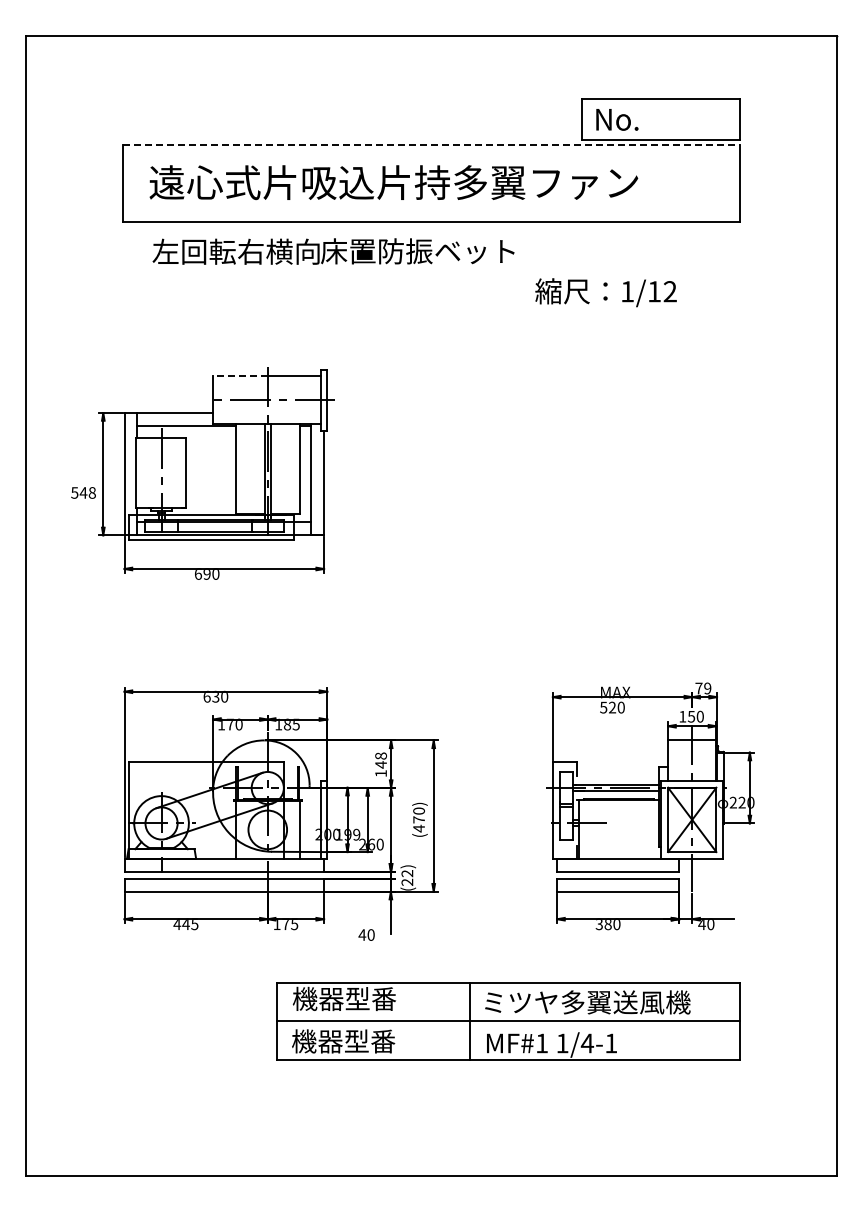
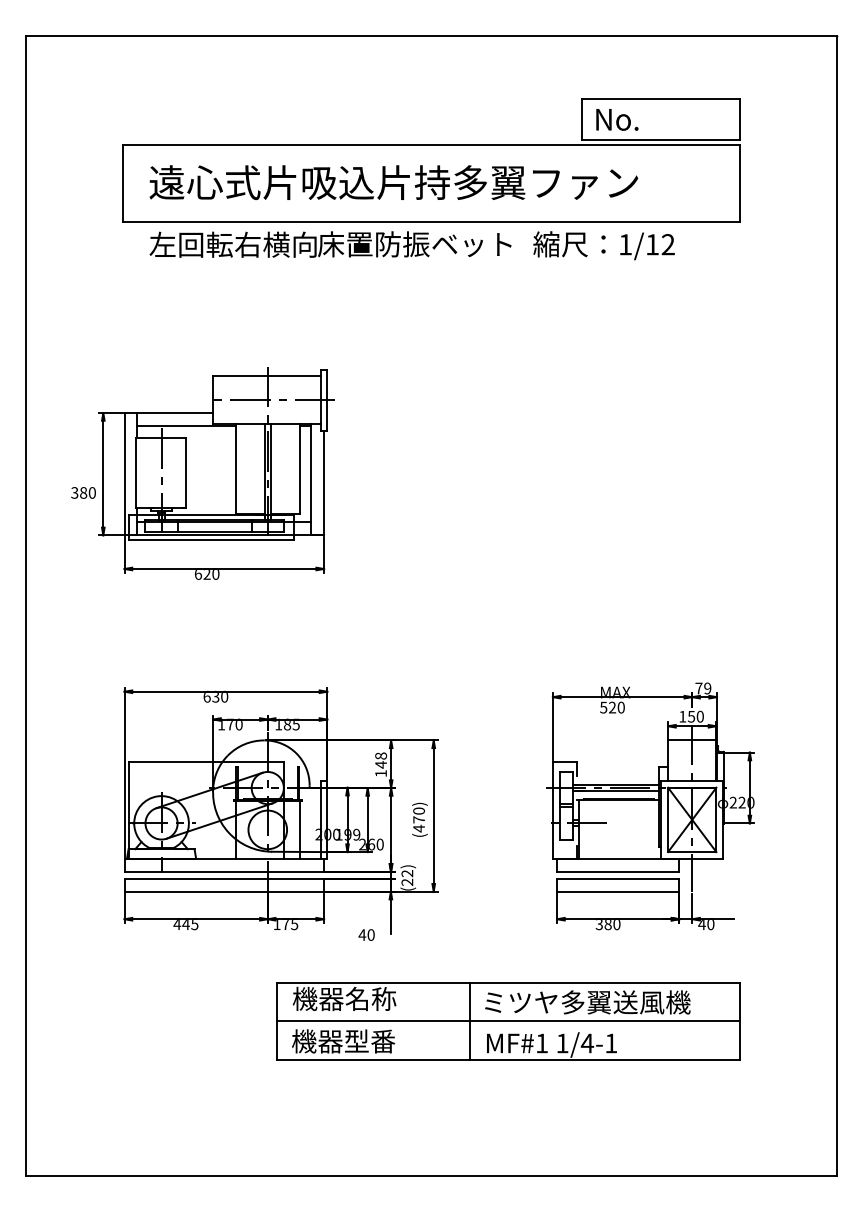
line at (431, 144): dashed -> solid
text at (333, 251) position: (333, 251) -> (330, 244)
text at (605, 292) position: (605, 292) -> (603, 245)
line at (240, 376): dashed -> solid
text at (83, 492): 548 -> 380
text at (206, 574): 690 -> 620
text at (370, 998): 機器型番 -> 機器名称
